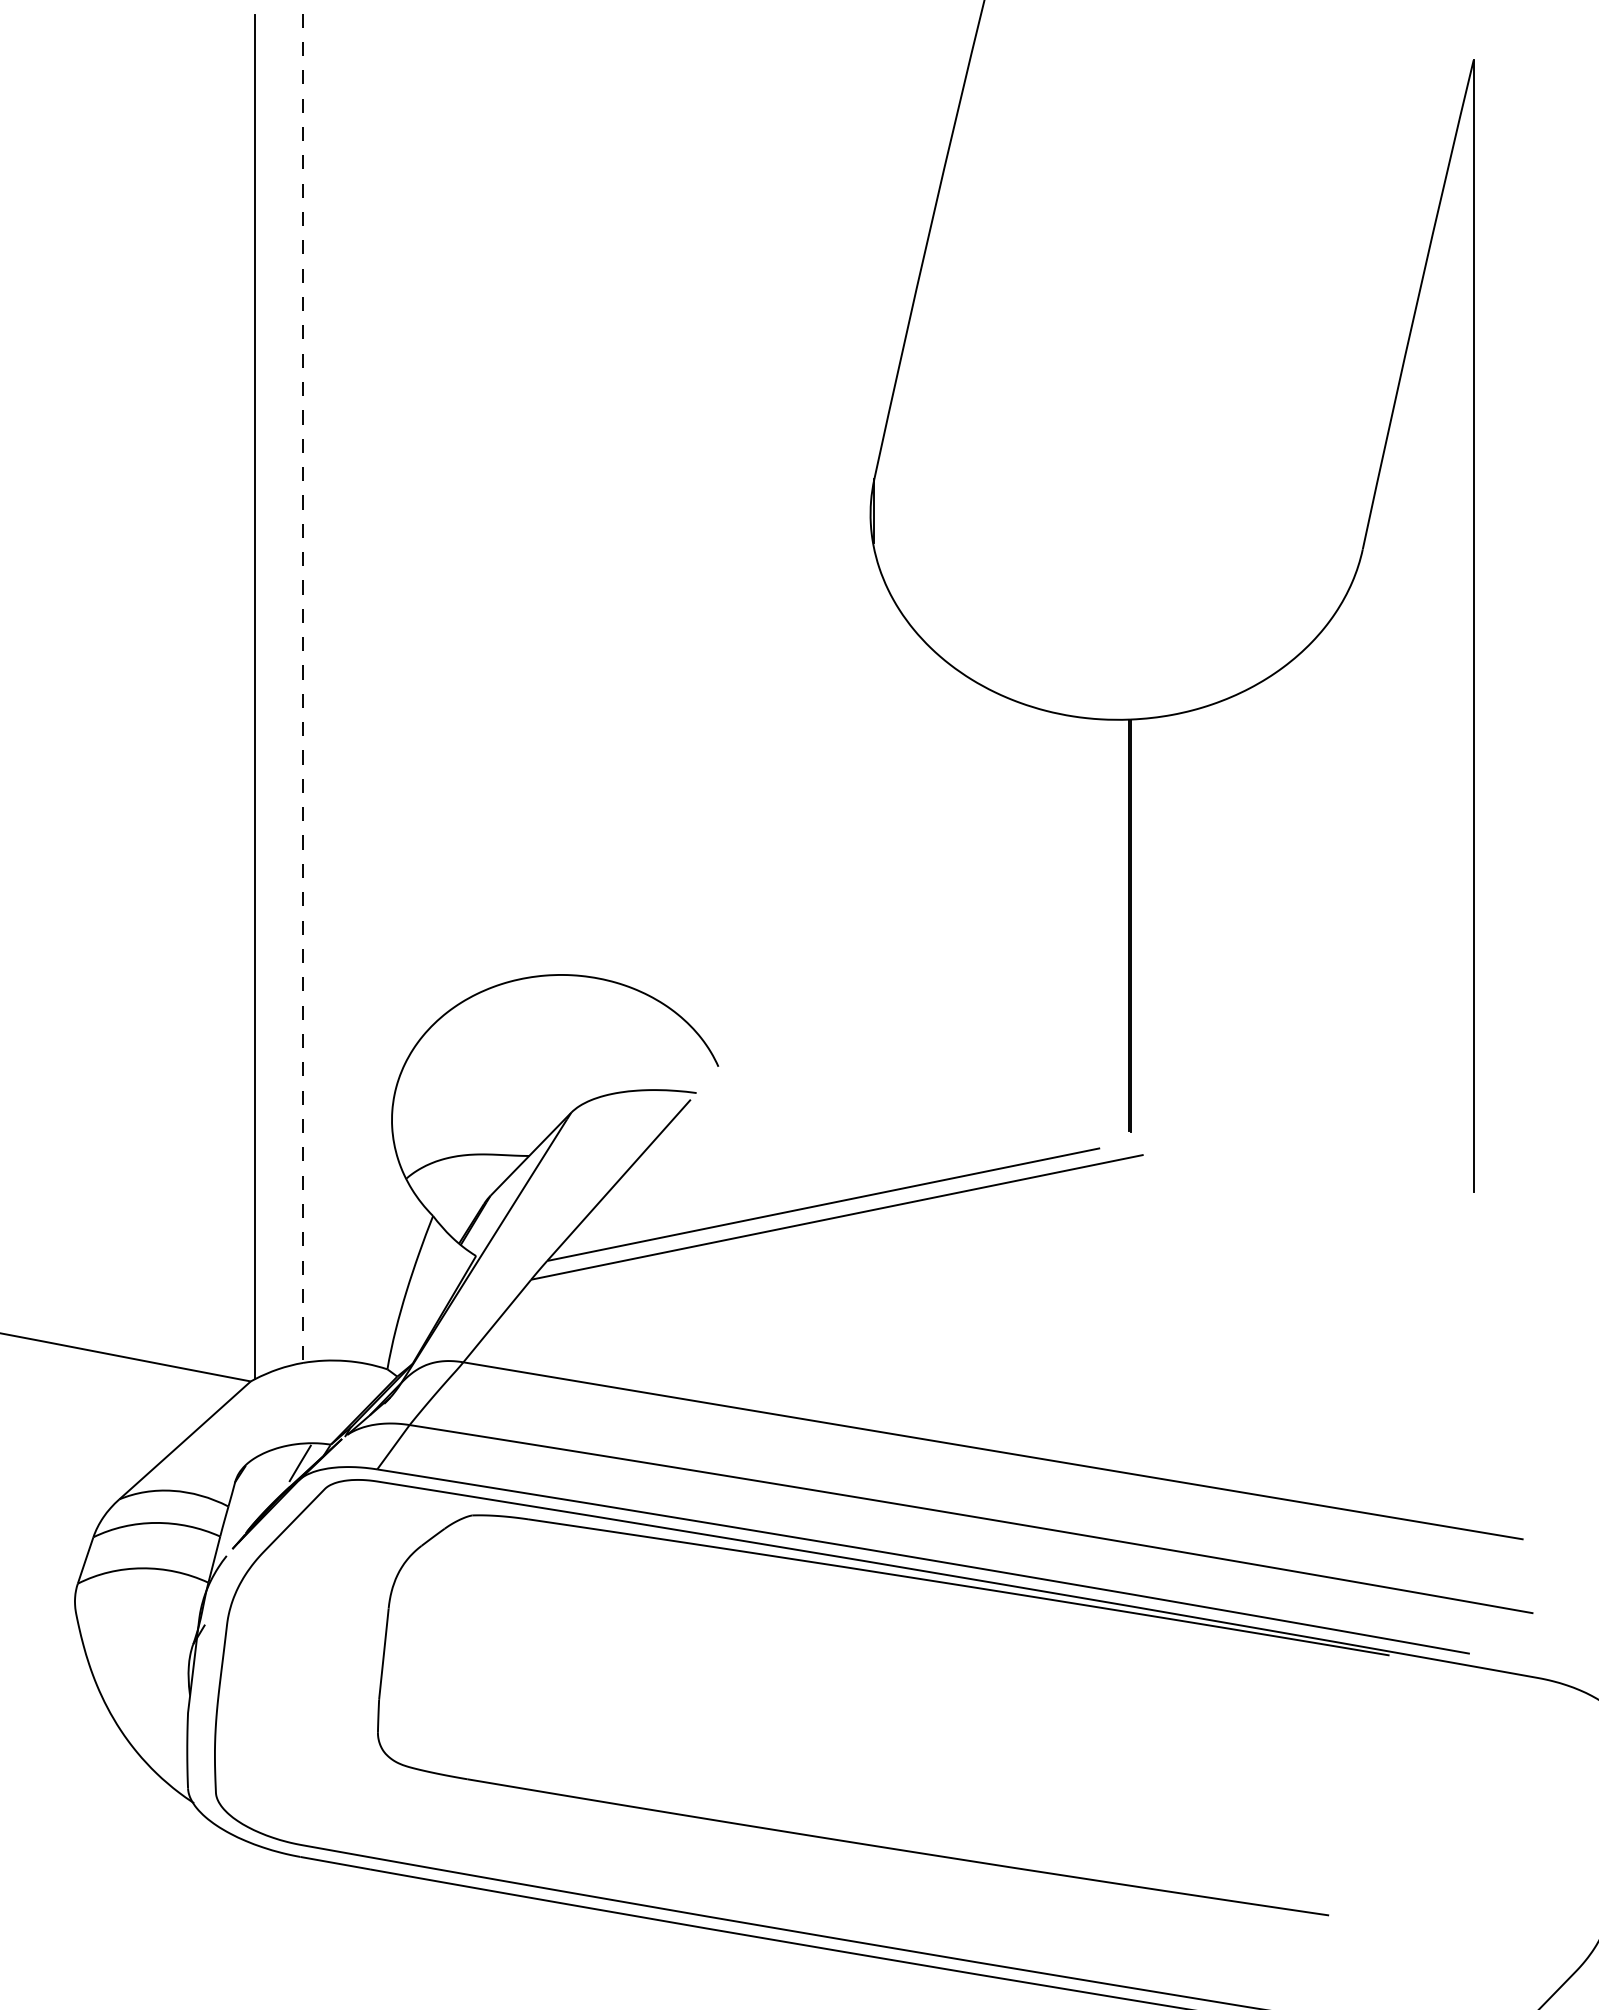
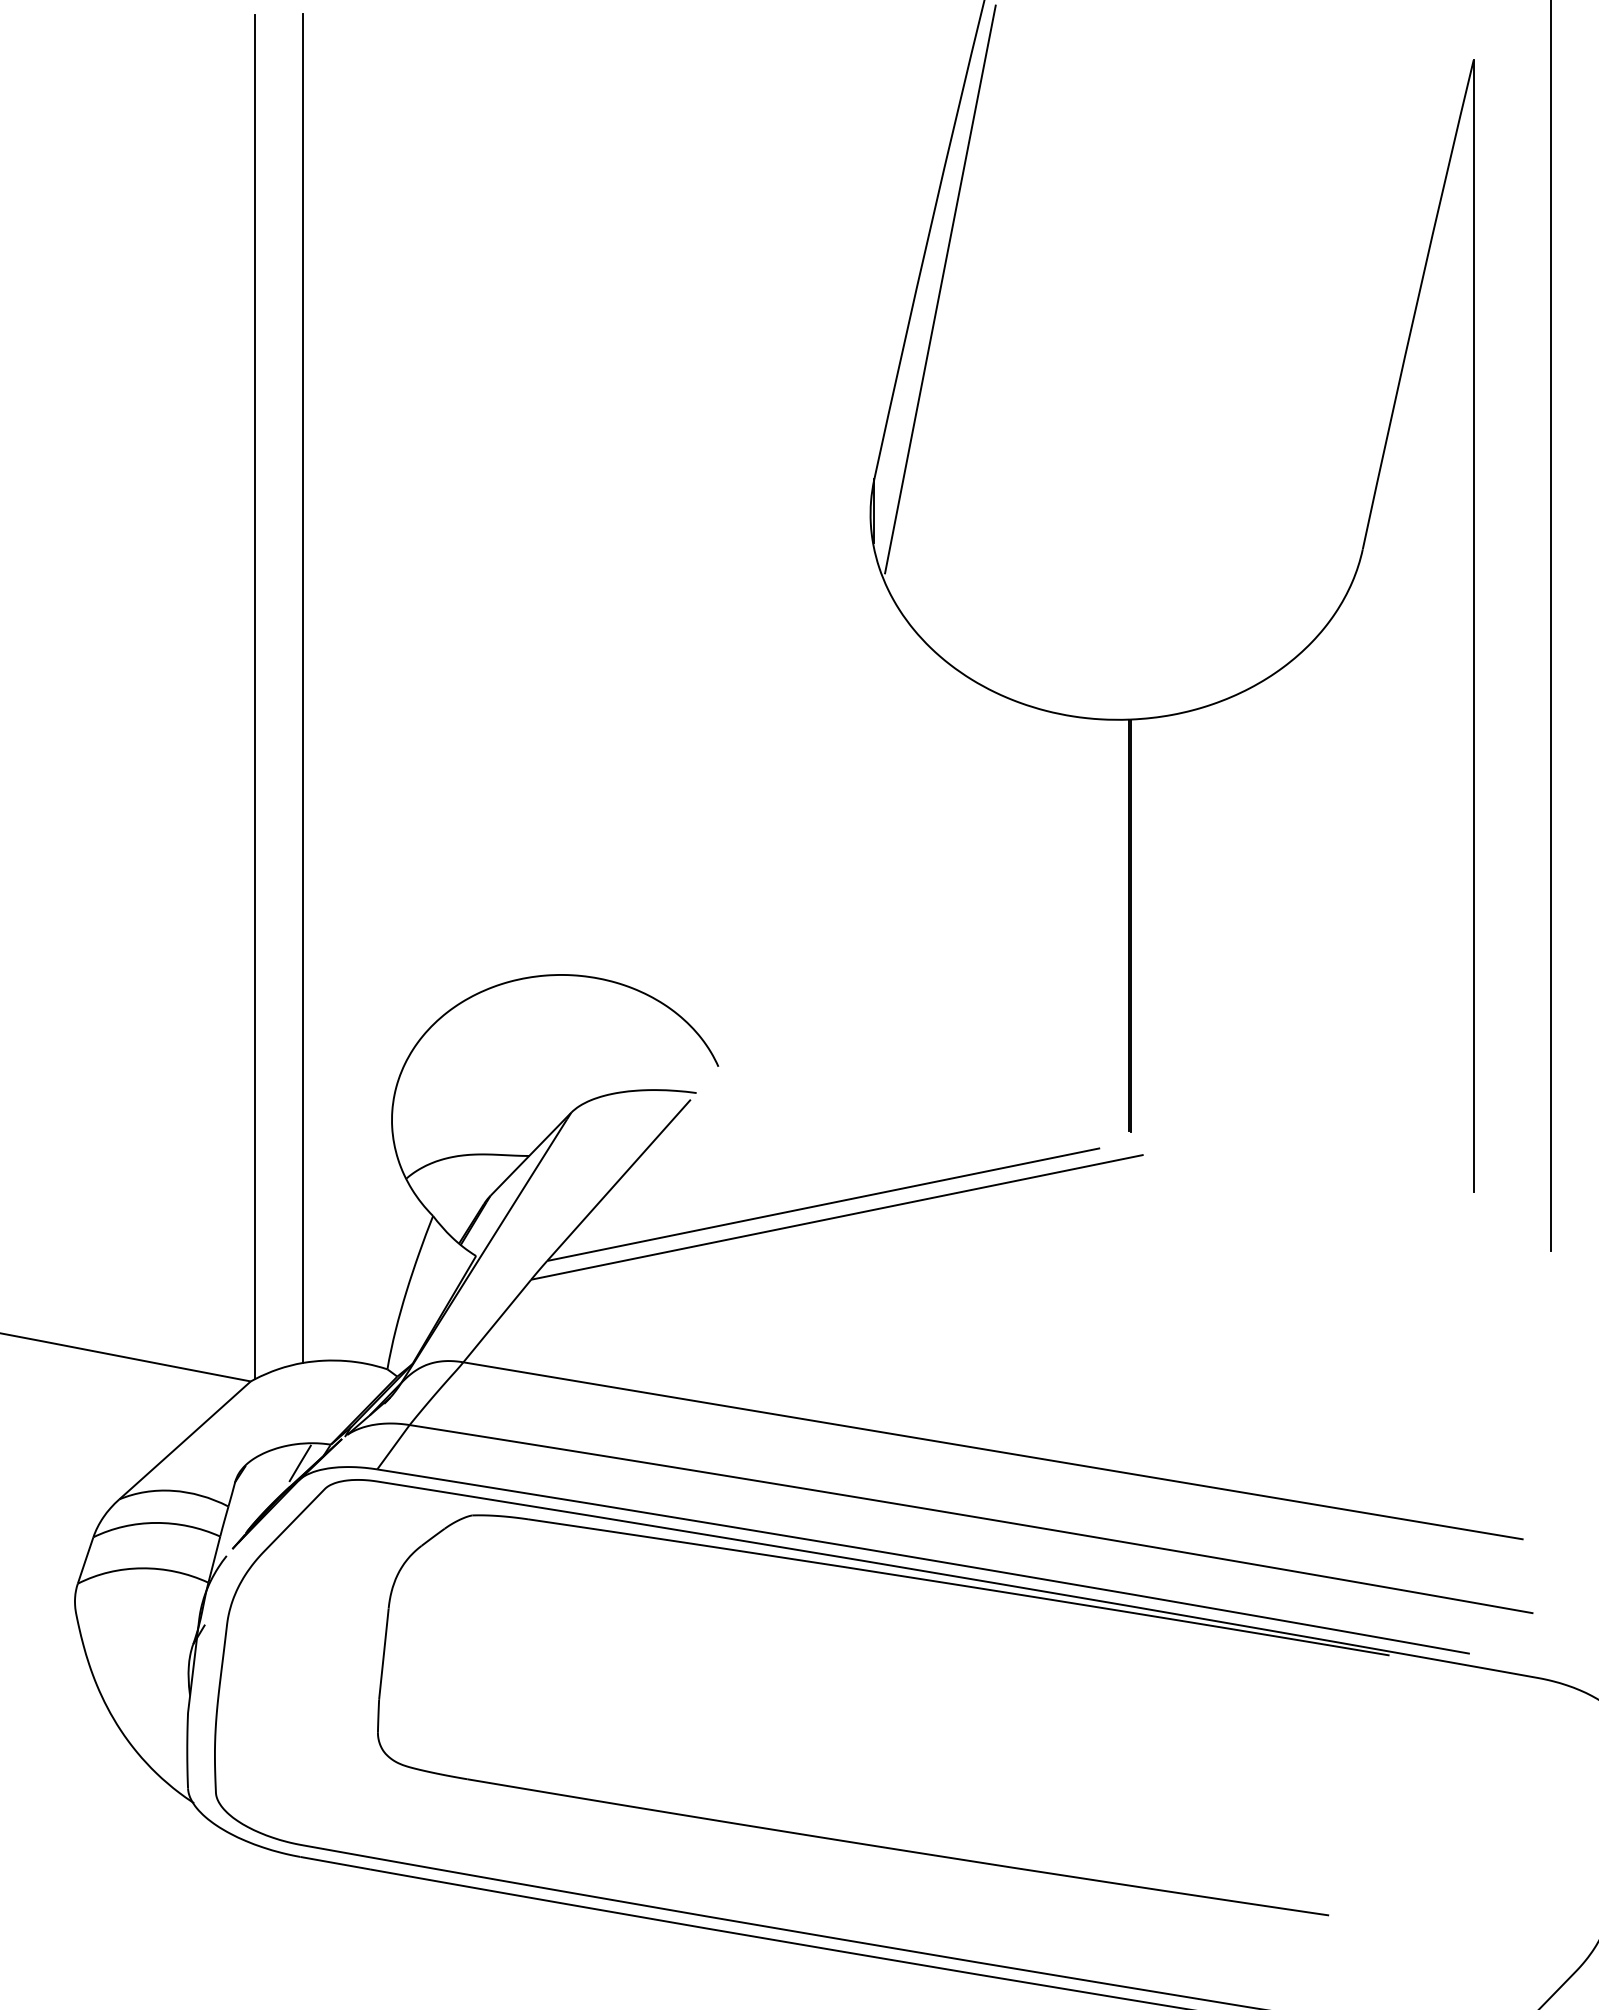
line at (940, 289): none -> present
line at (1551, 626): none -> present
line at (303, 688): dashed -> solid
